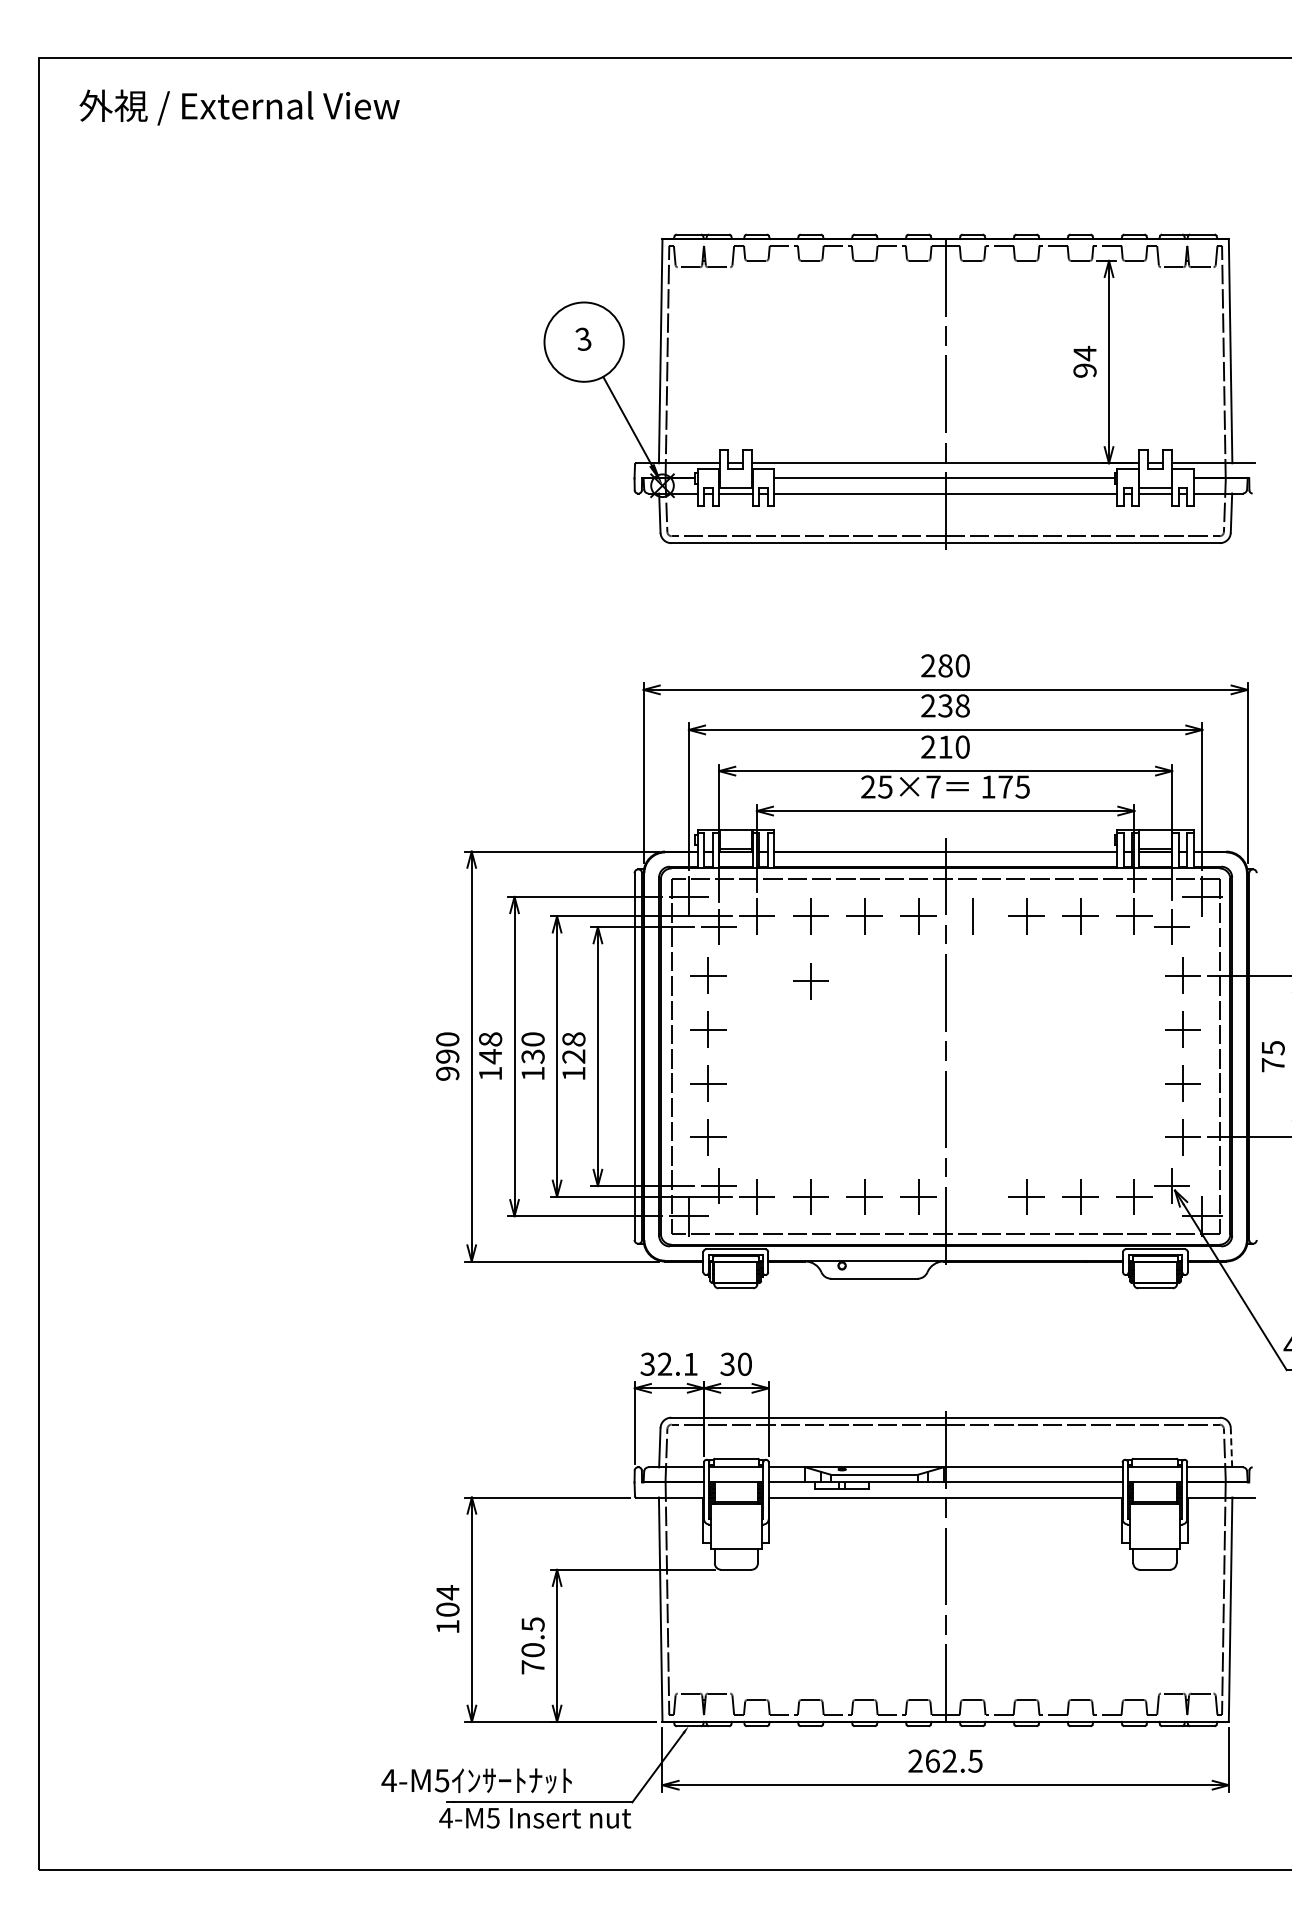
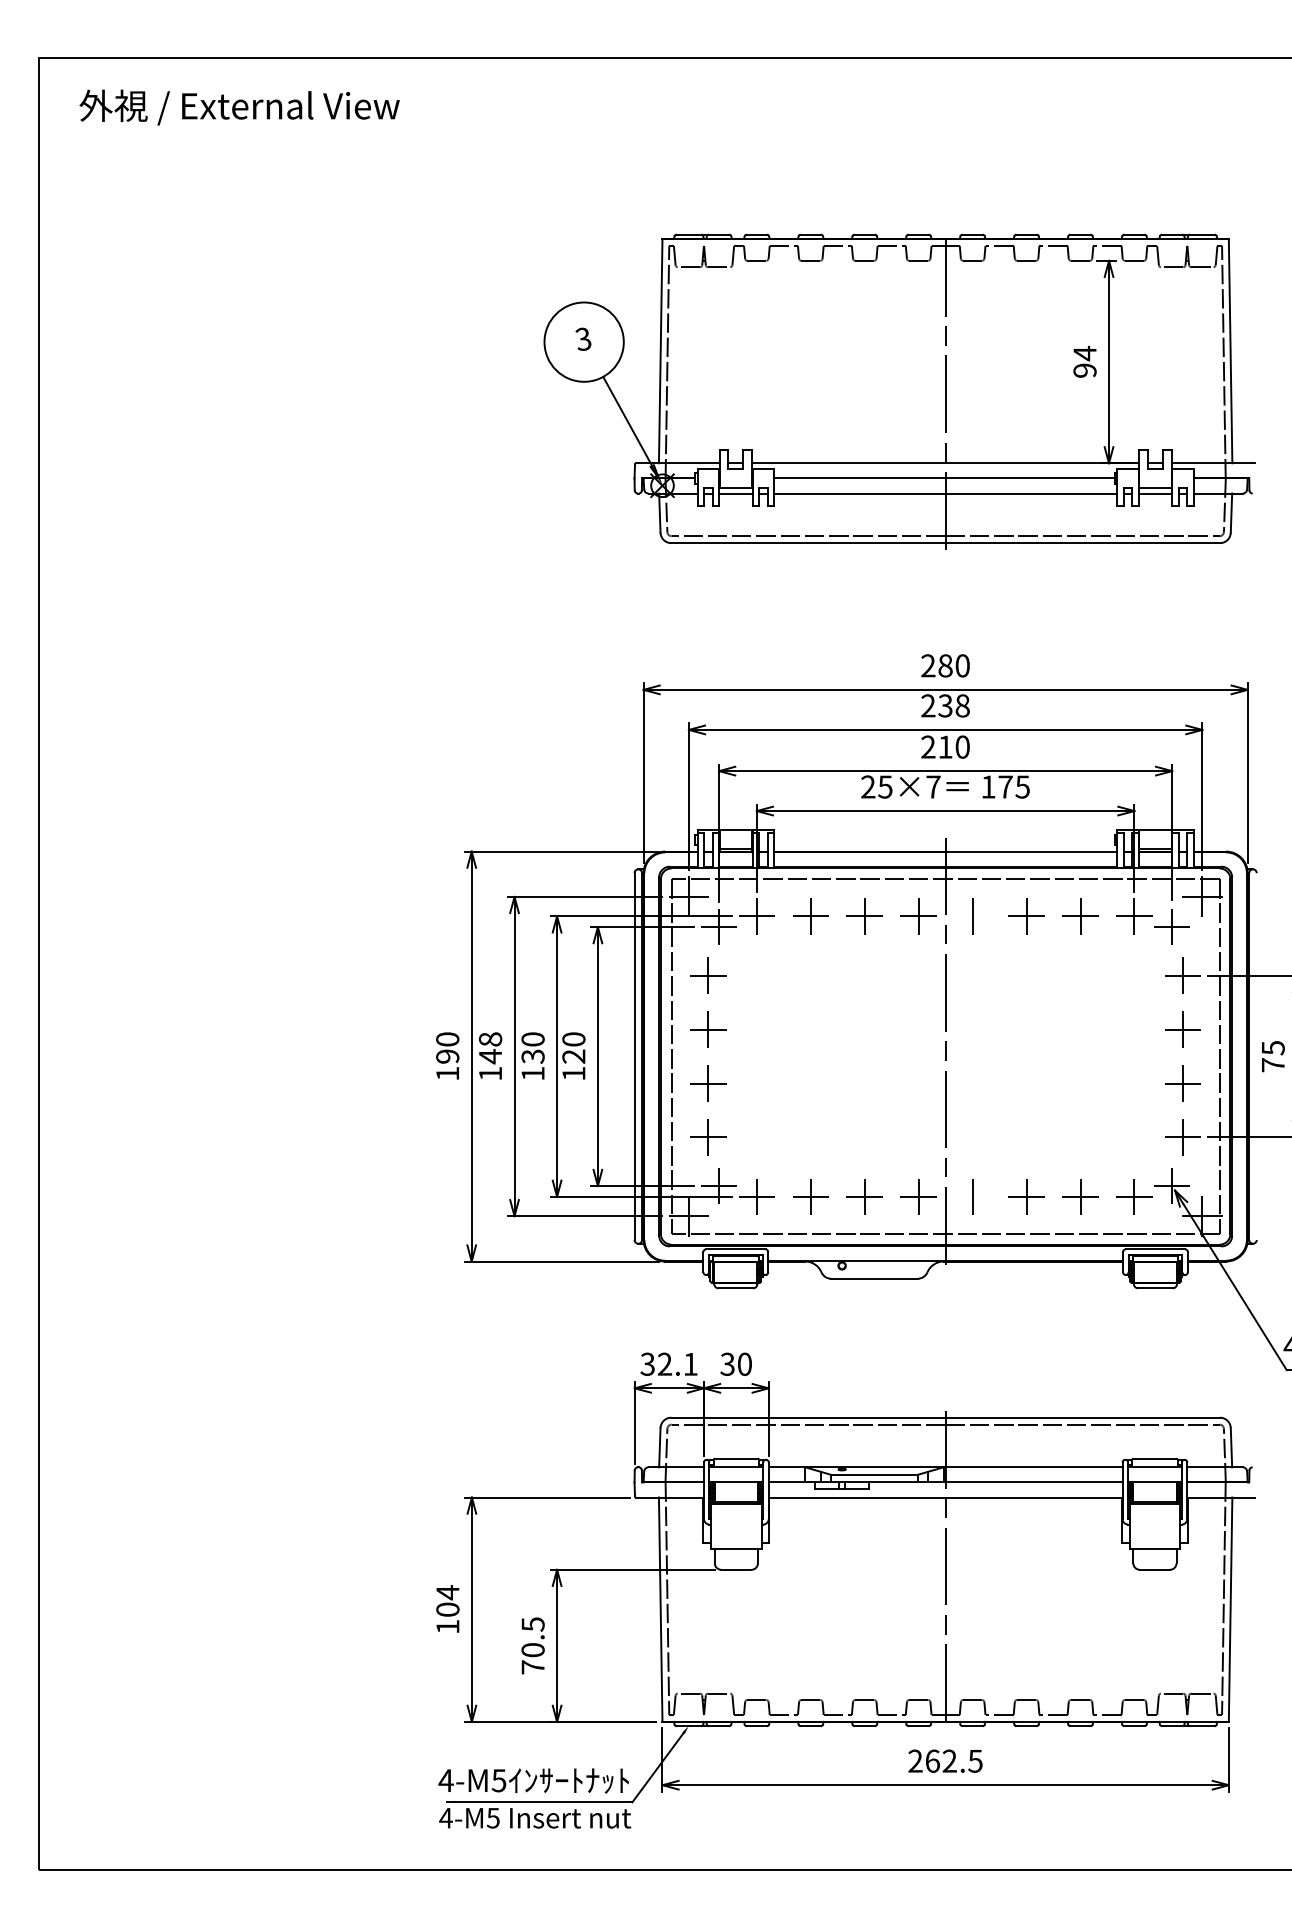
part at (810, 981): present -> none
text at (573, 1039): 128 -> 120
text at (447, 1073): 990 -> 190
line at (972, 1196): none -> present
line at (1231, 1447): dashed -> solid
text at (476, 1780) position: (476, 1780) -> (533, 1780)
